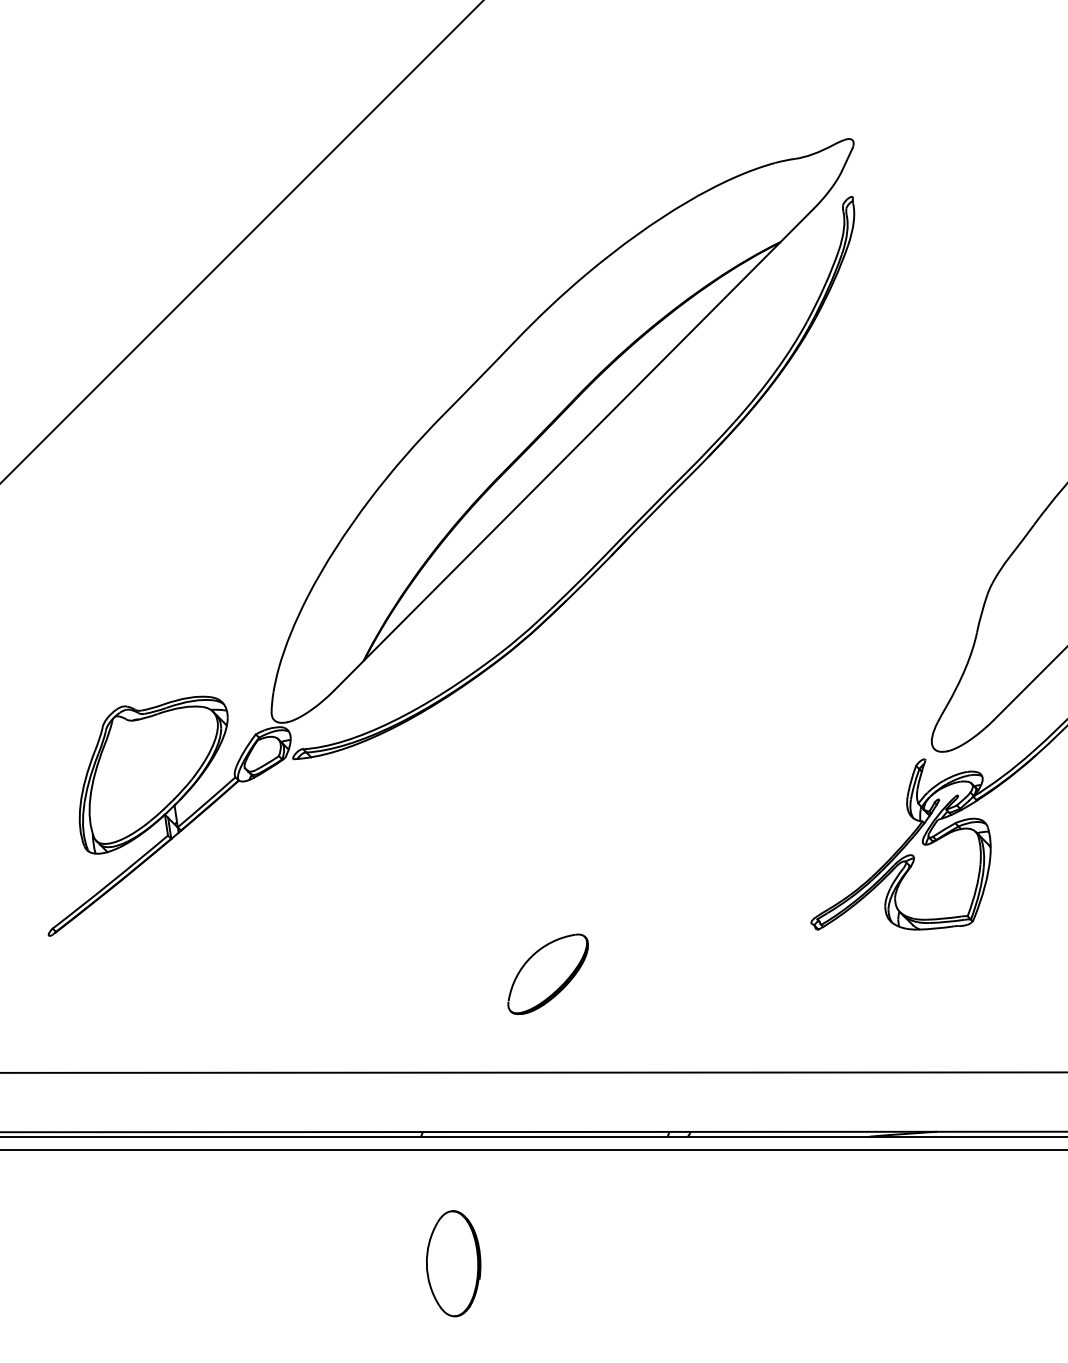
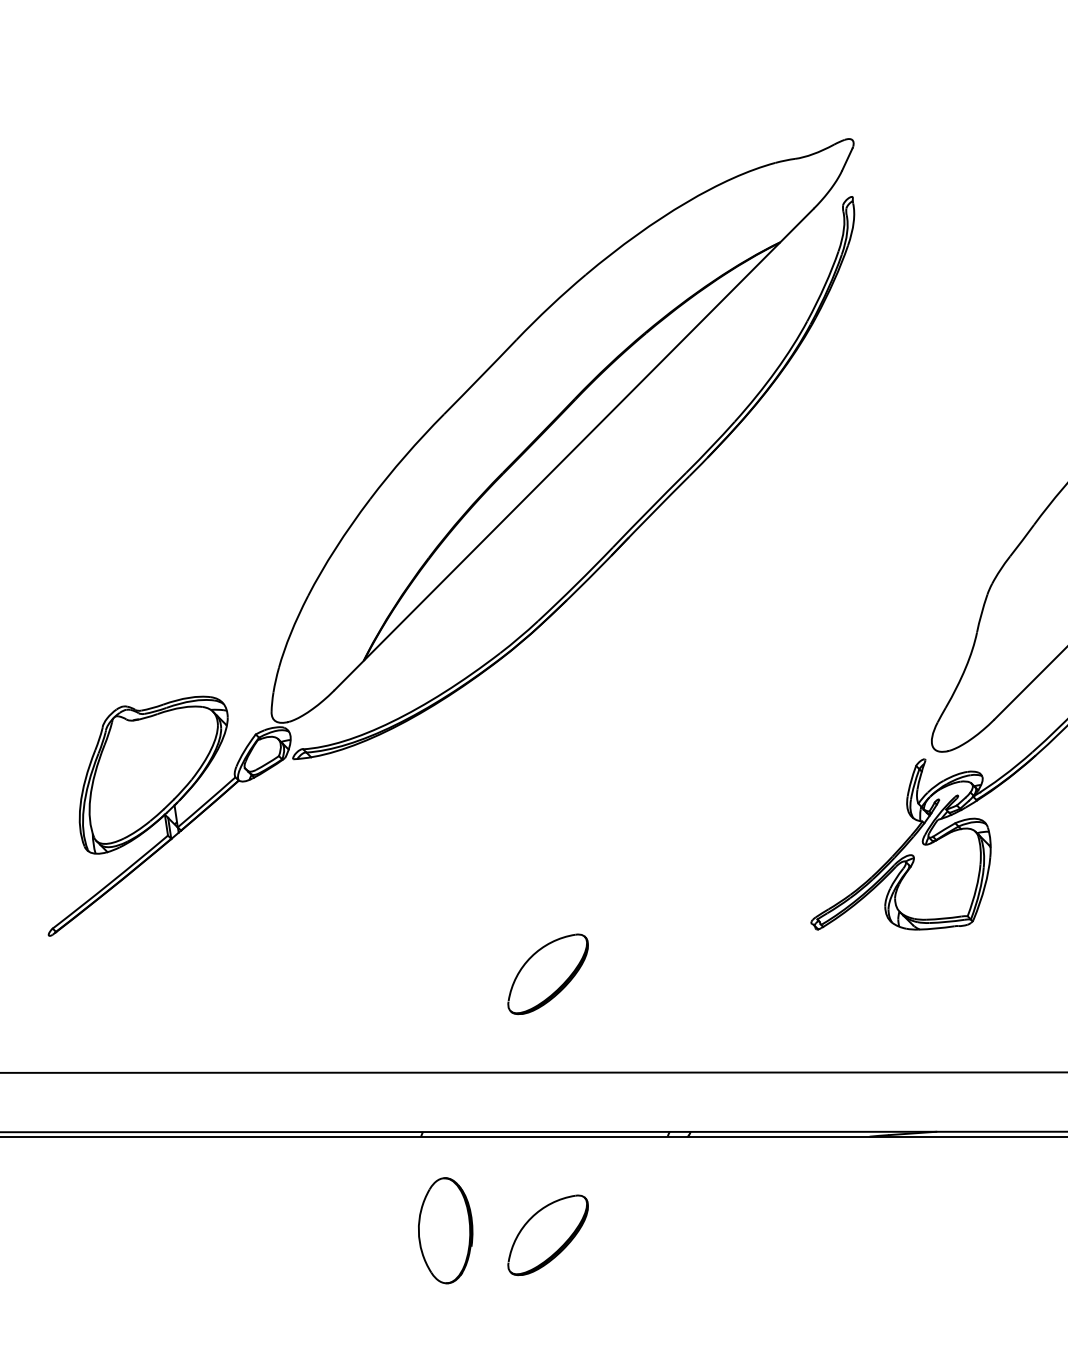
line at (241, 241): present -> none
line at (533, 1150): present -> none
part at (547, 1235): none -> present
part at (453, 1263) position: (453, 1263) -> (445, 1230)
